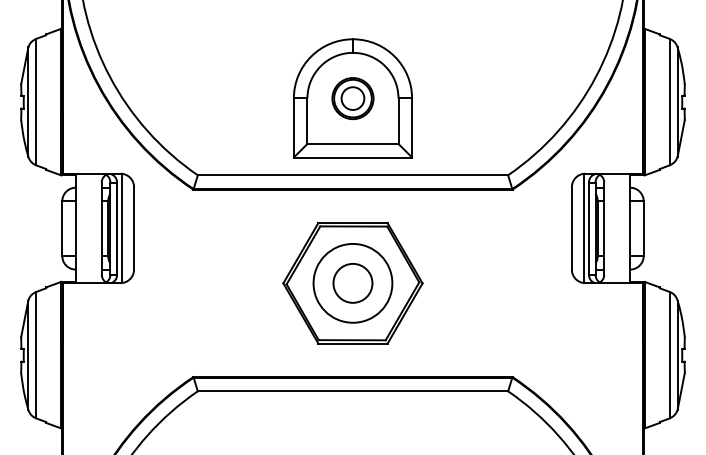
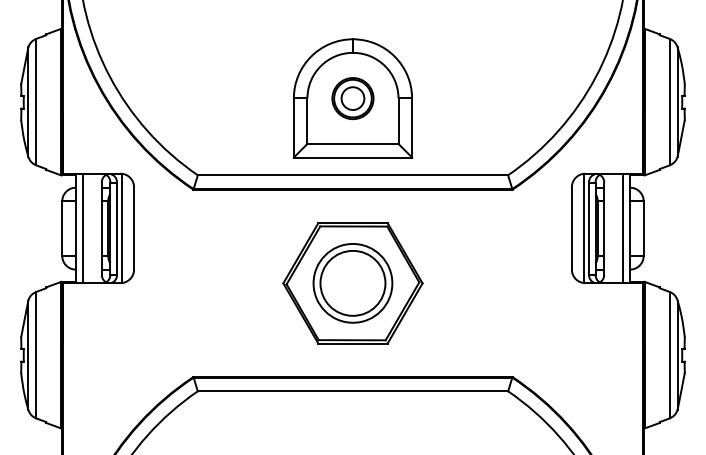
line at (82, 228): none -> present
line at (623, 228): none -> present
circle at (352, 282) diameter: 39 px -> 65 px
